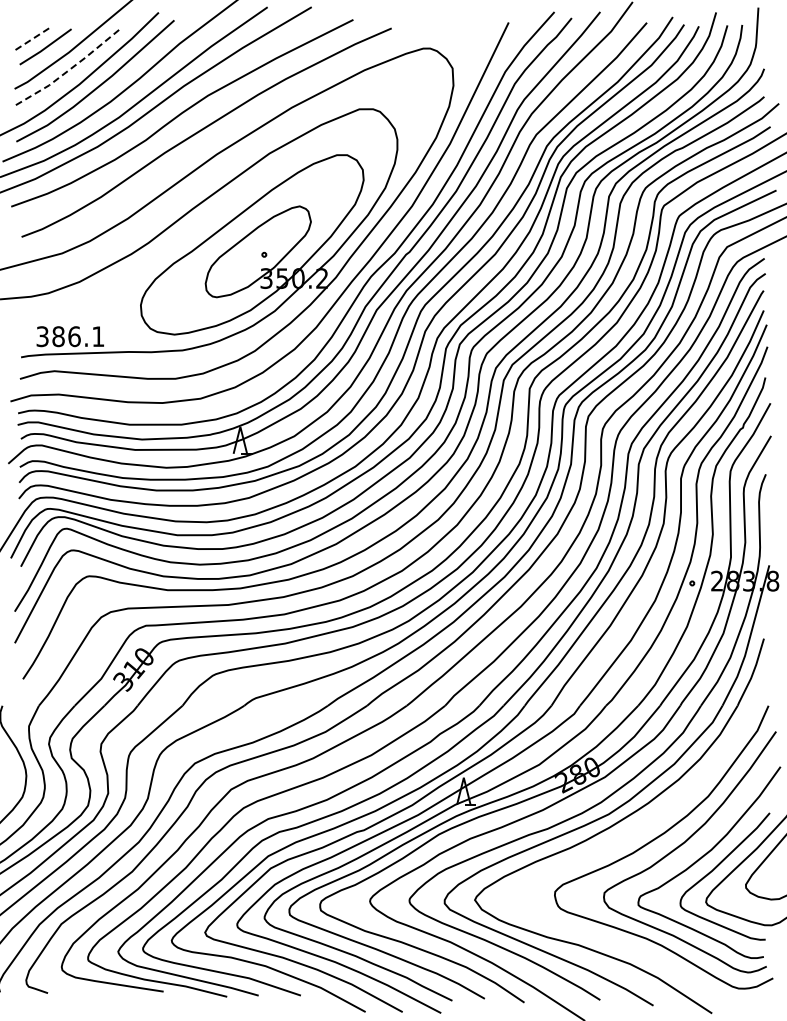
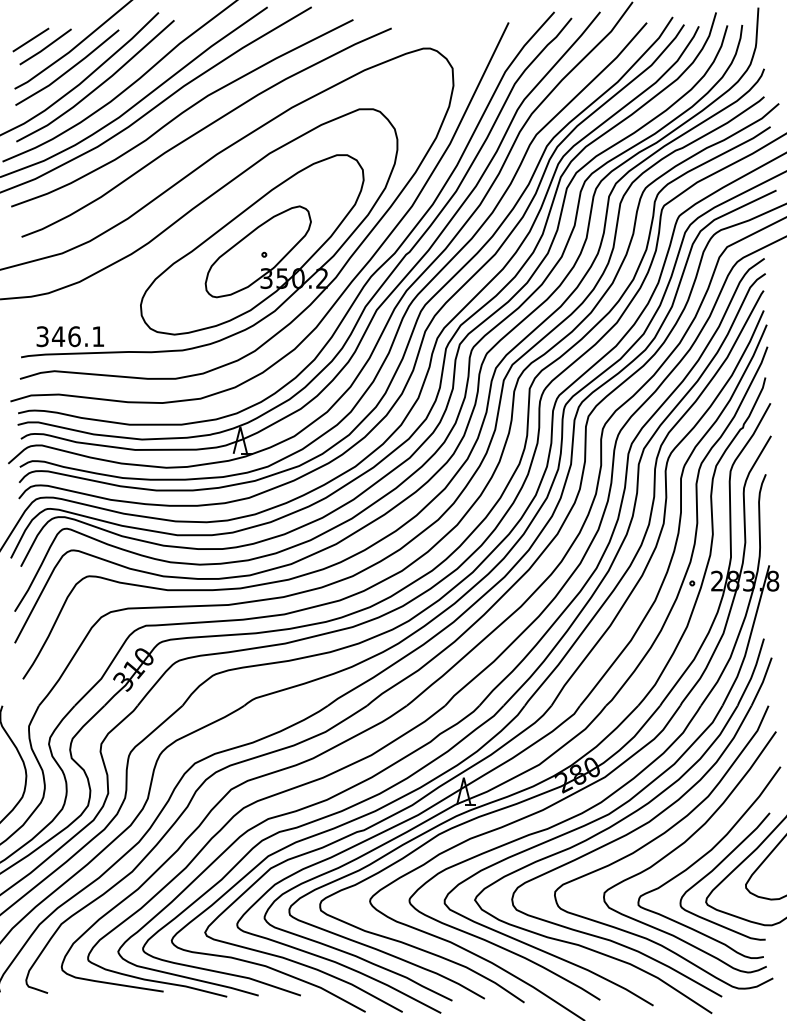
line at (30, 40): dashed -> solid
line at (68, 70): dashed -> solid
text at (58, 336): 386.1 -> 346.1
part at (641, 827): none -> present
